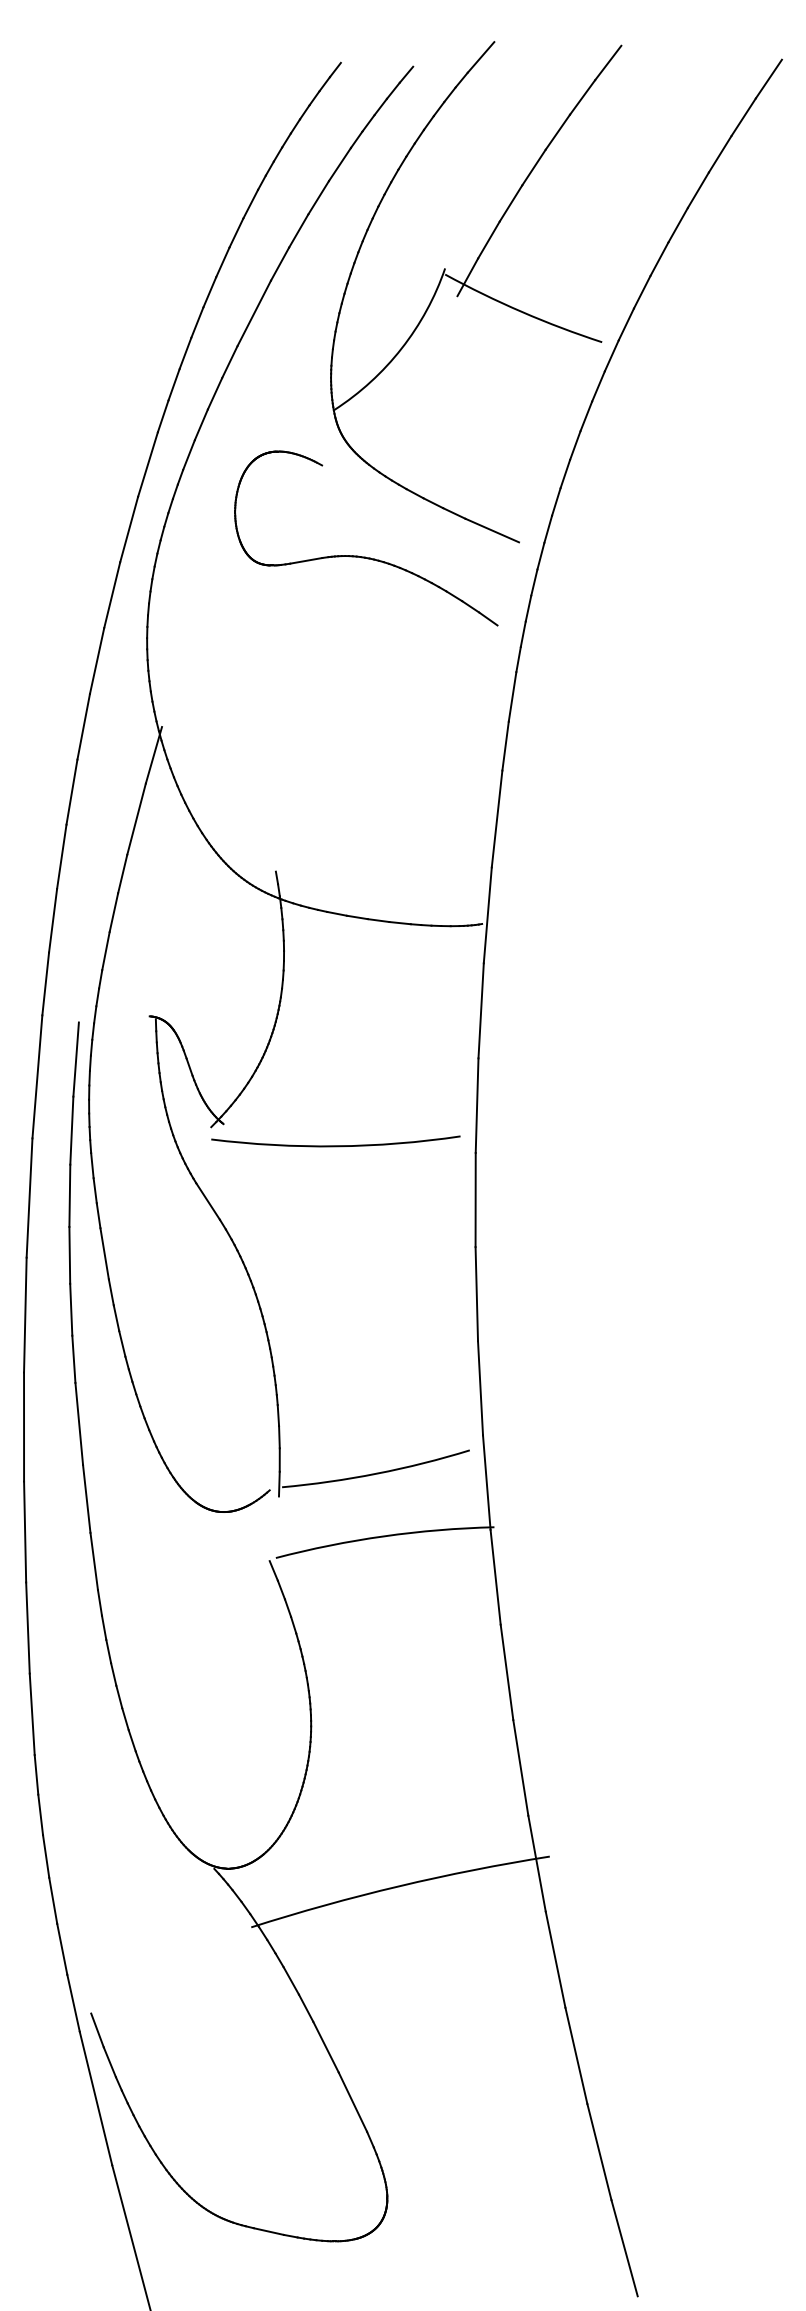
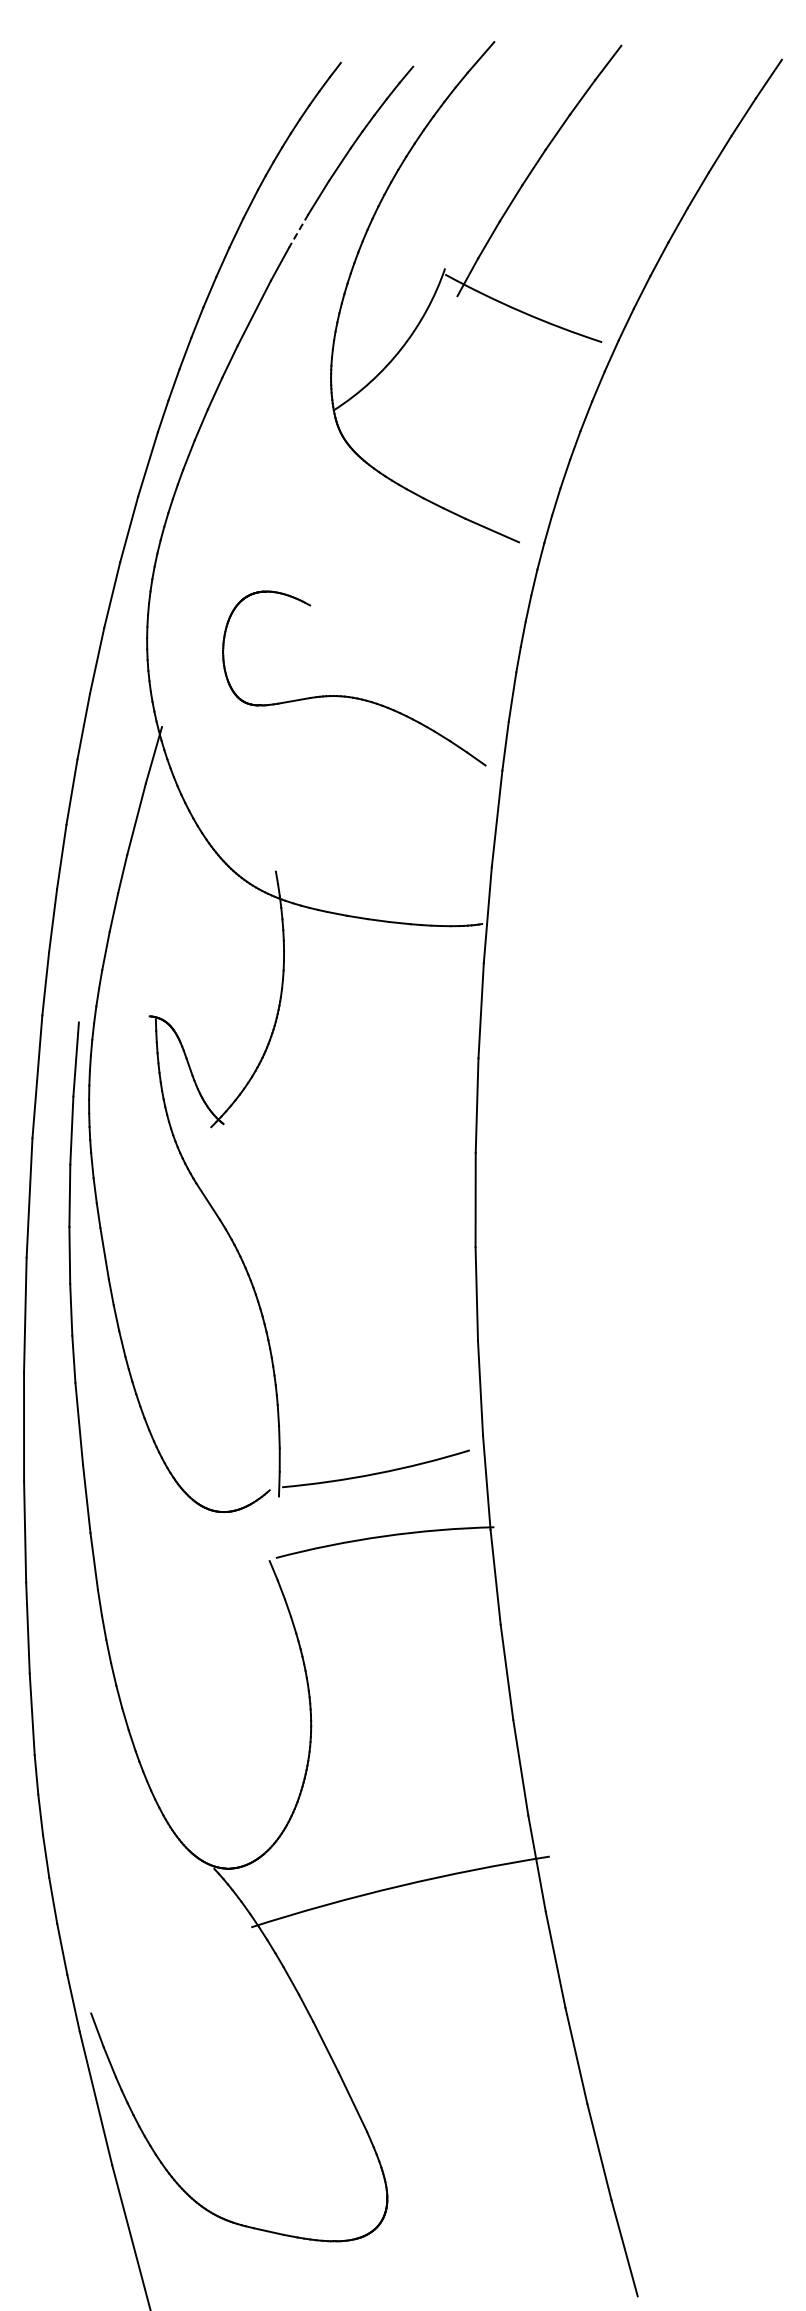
line at (298, 231): solid -> dashed
part at (365, 556) position: (365, 556) -> (353, 696)
arc at (335, 1145): present -> none
